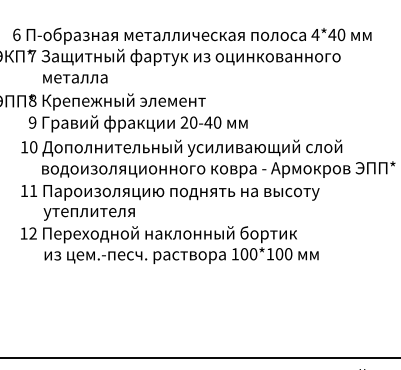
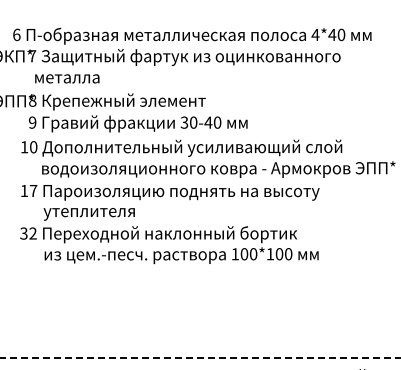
text at (75, 78) position: (75, 78) -> (67, 78)
text at (184, 122): 20-40 -> 30-40
text at (33, 190): 11 -> 17
text at (23, 233): 12 -> 32
line at (200, 357): solid -> dashed
